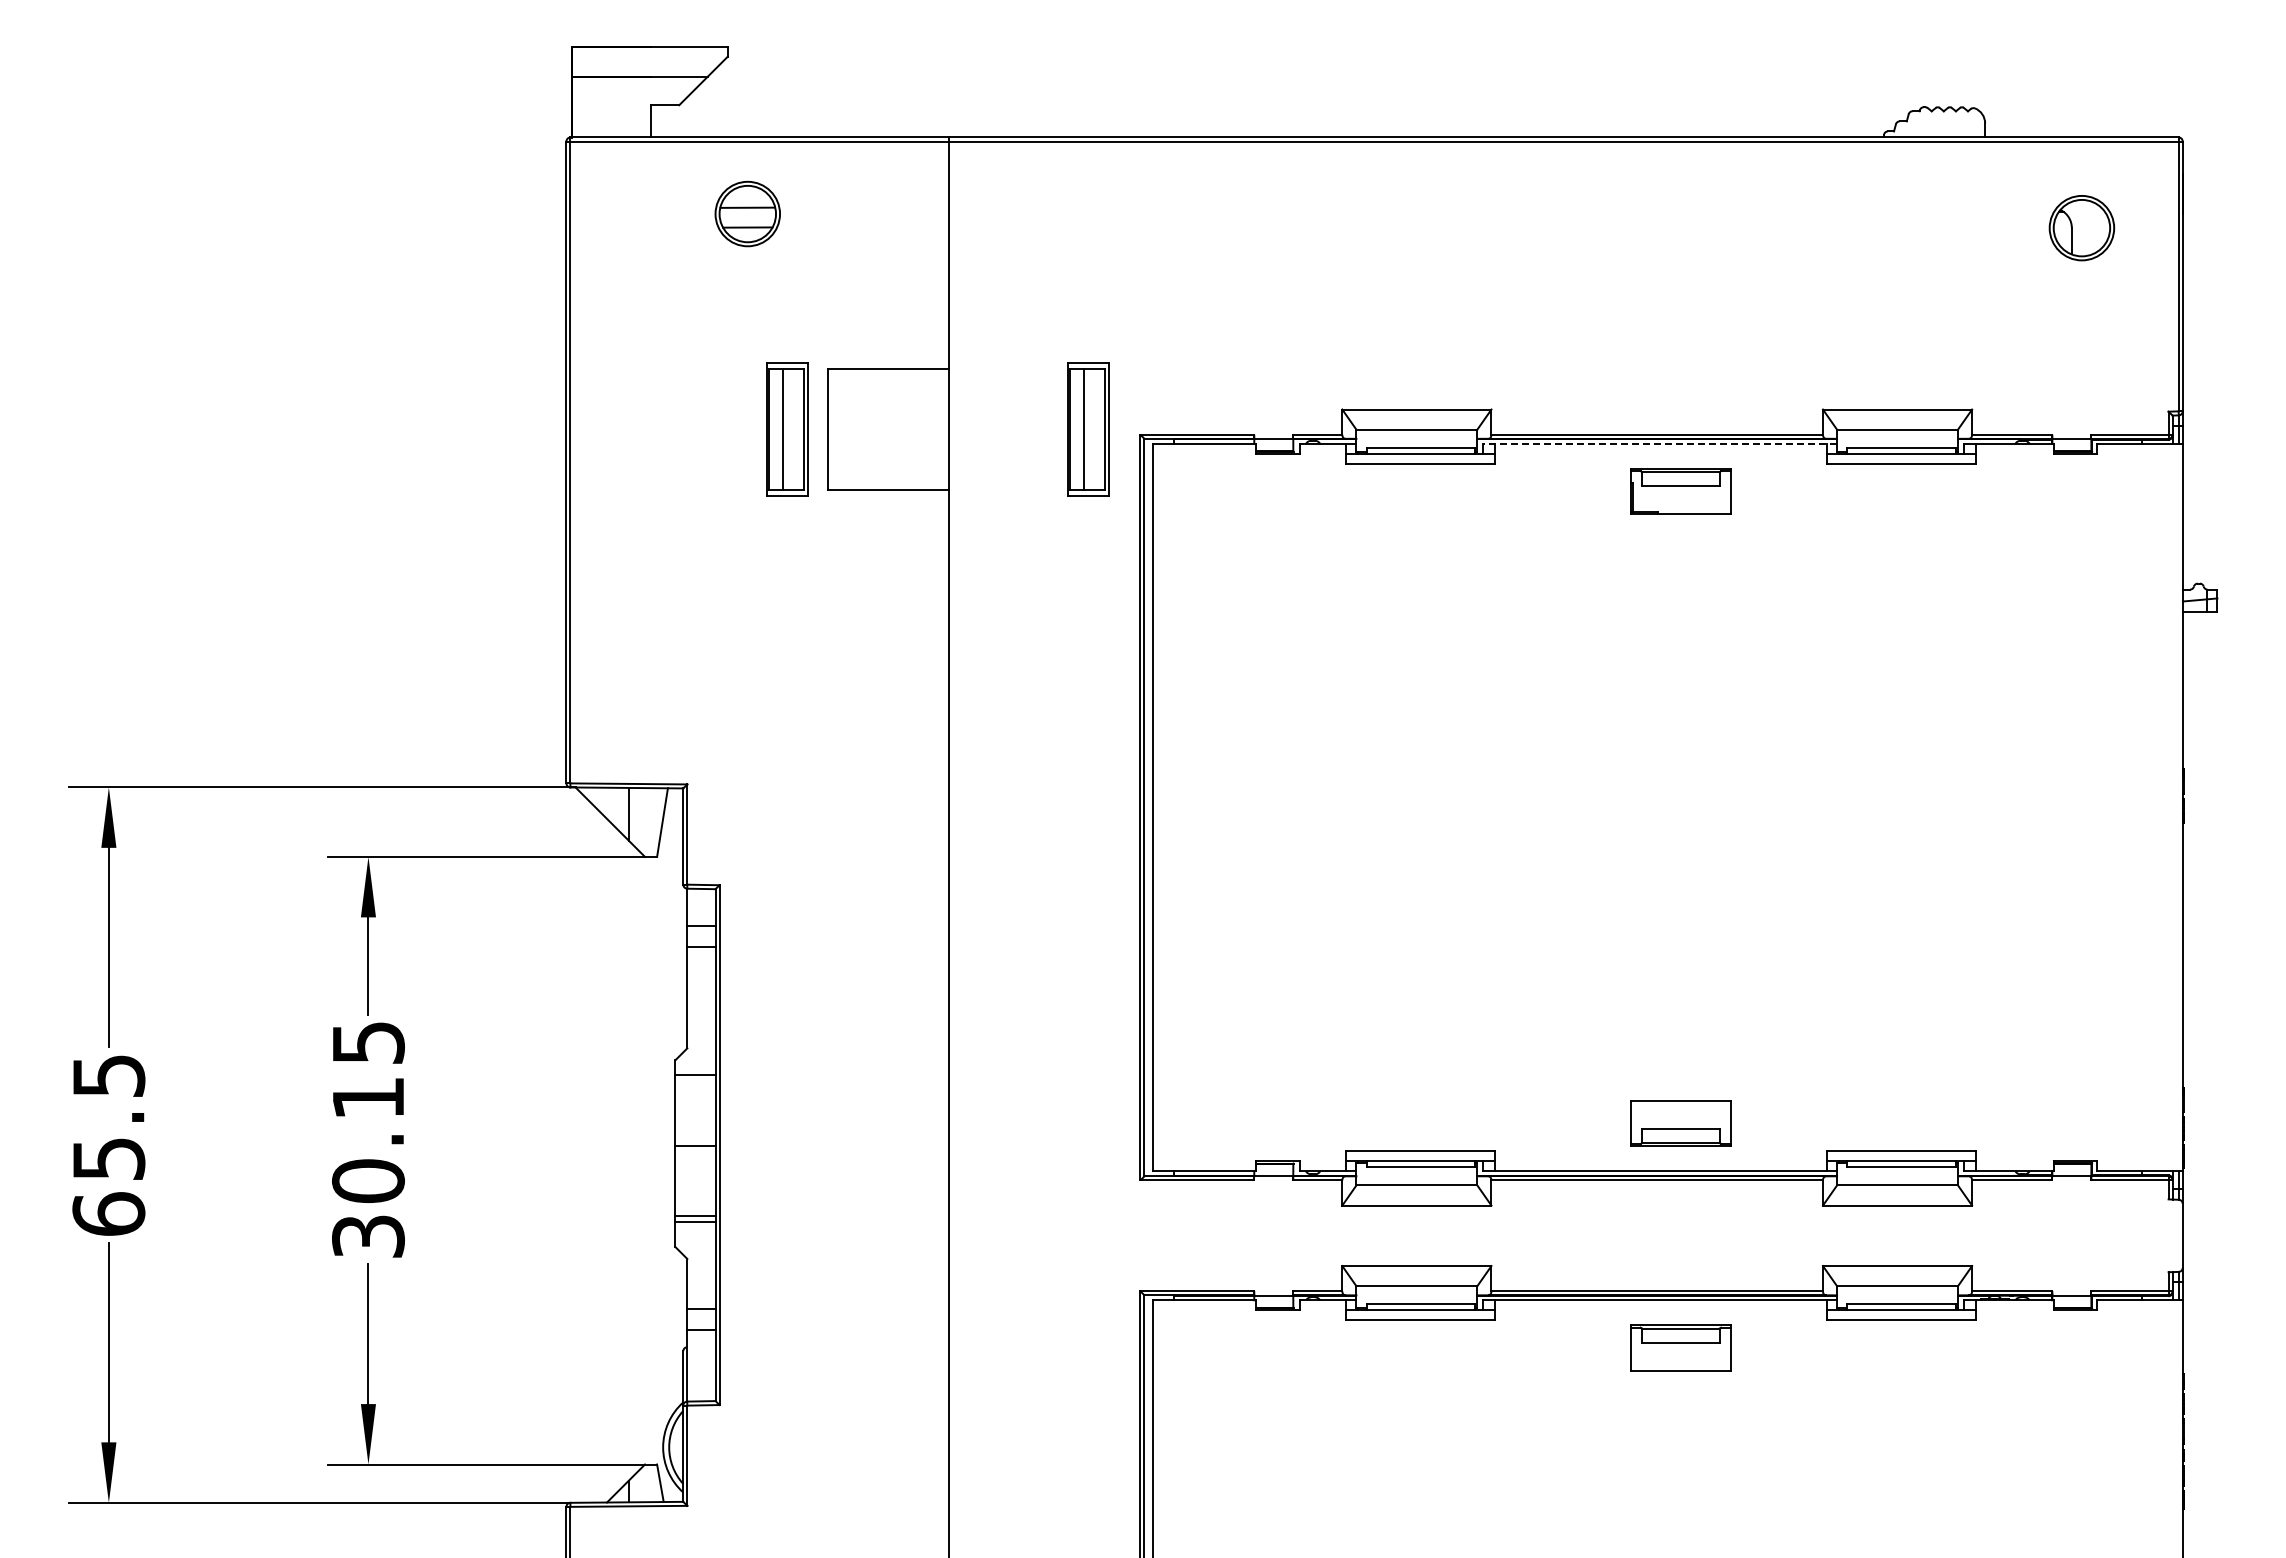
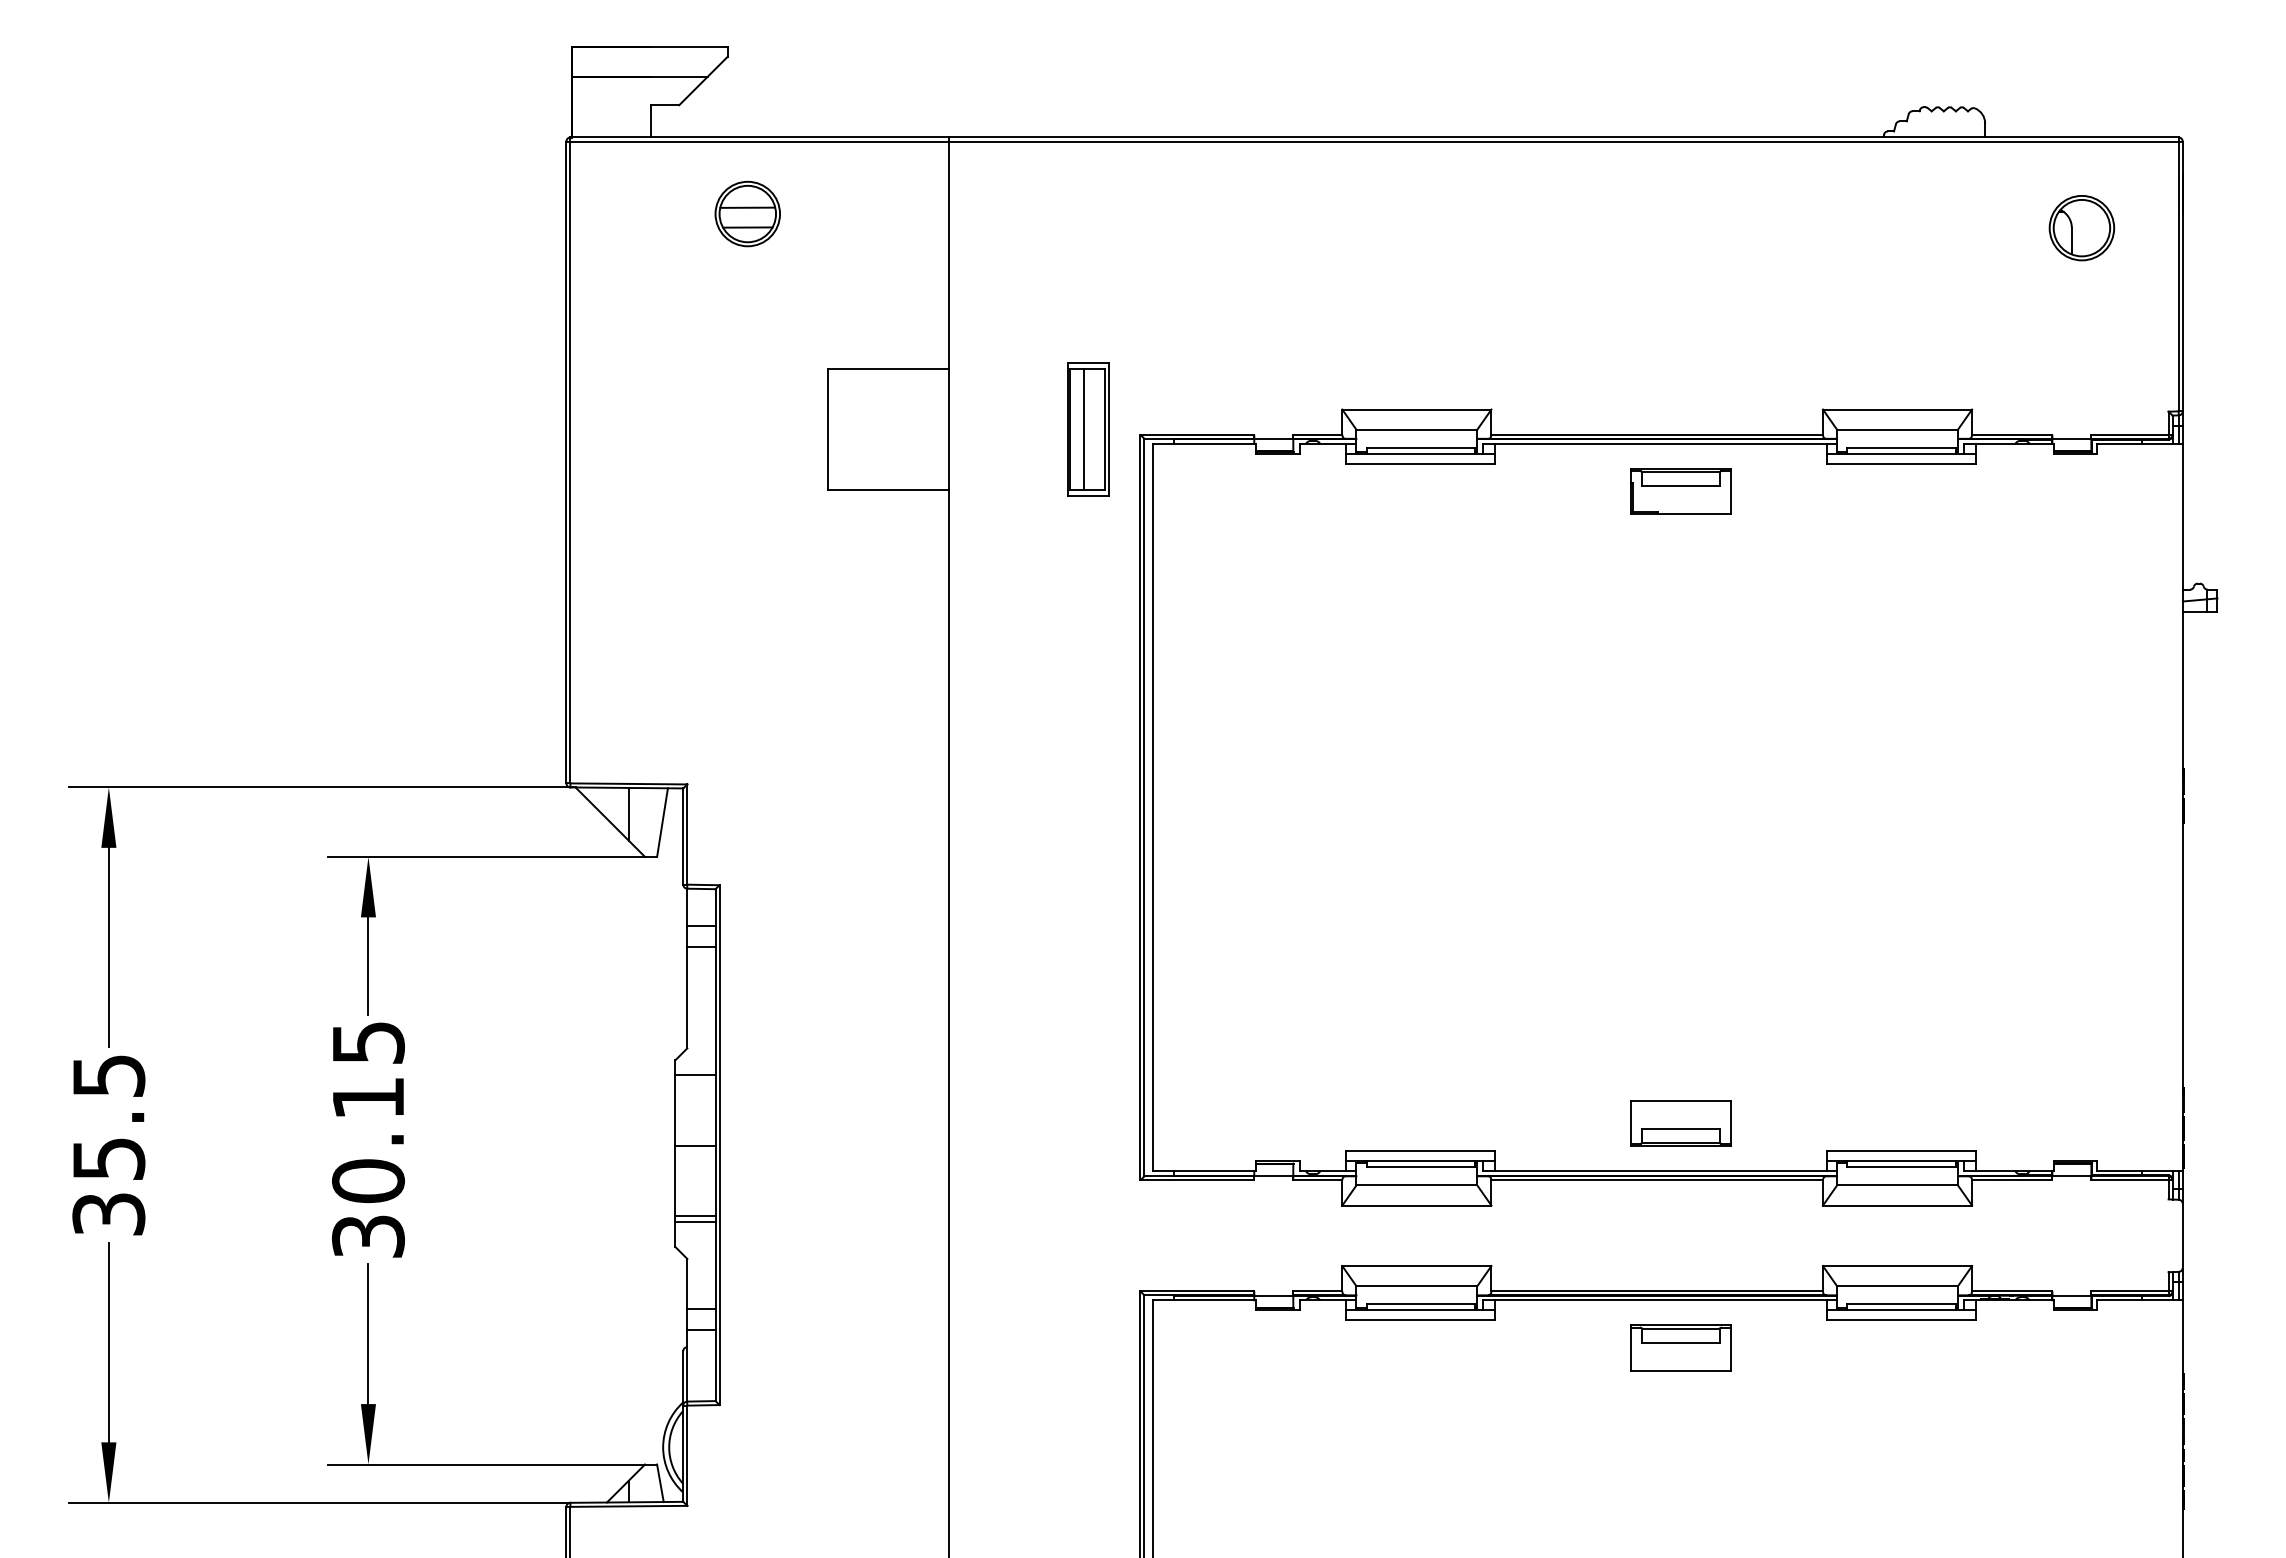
part at (787, 429): present -> none
line at (1660, 443): dashed -> solid
text at (108, 1213): 65.5 -> 35.5
